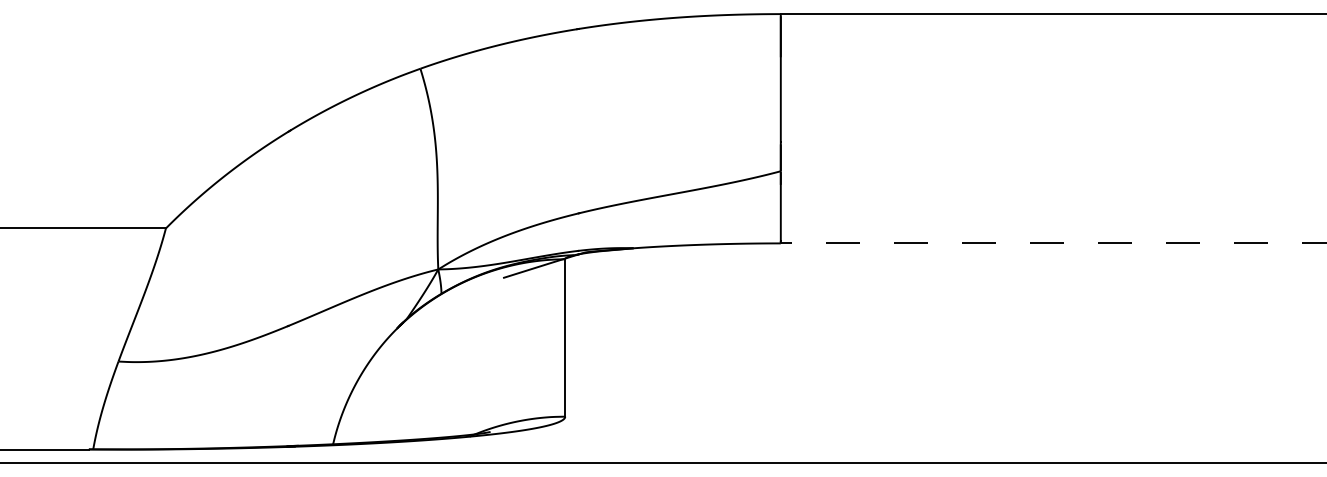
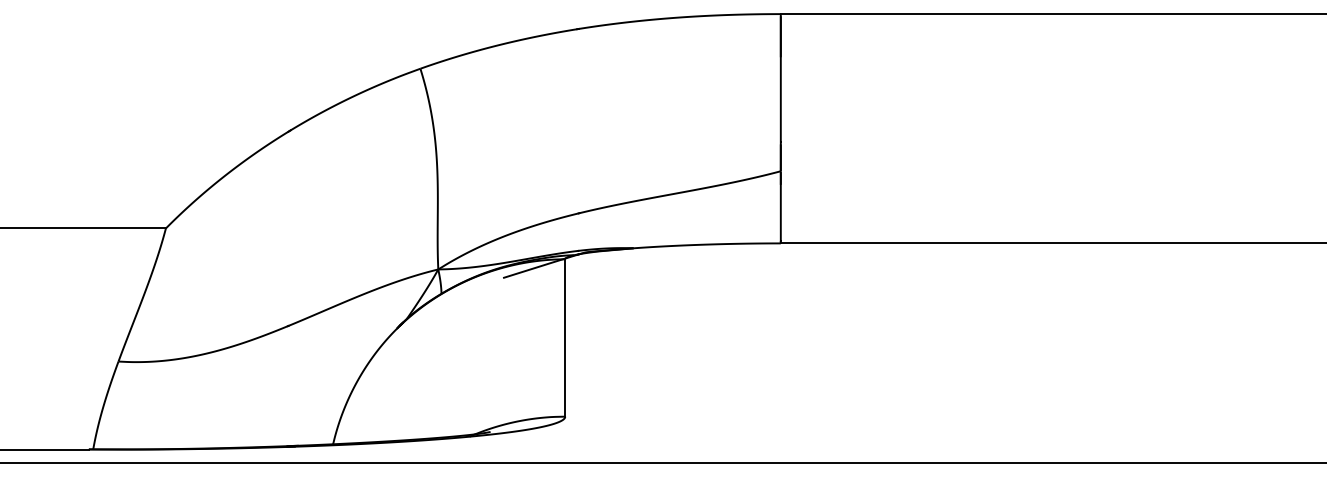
line at (1053, 243): dashed -> solid
